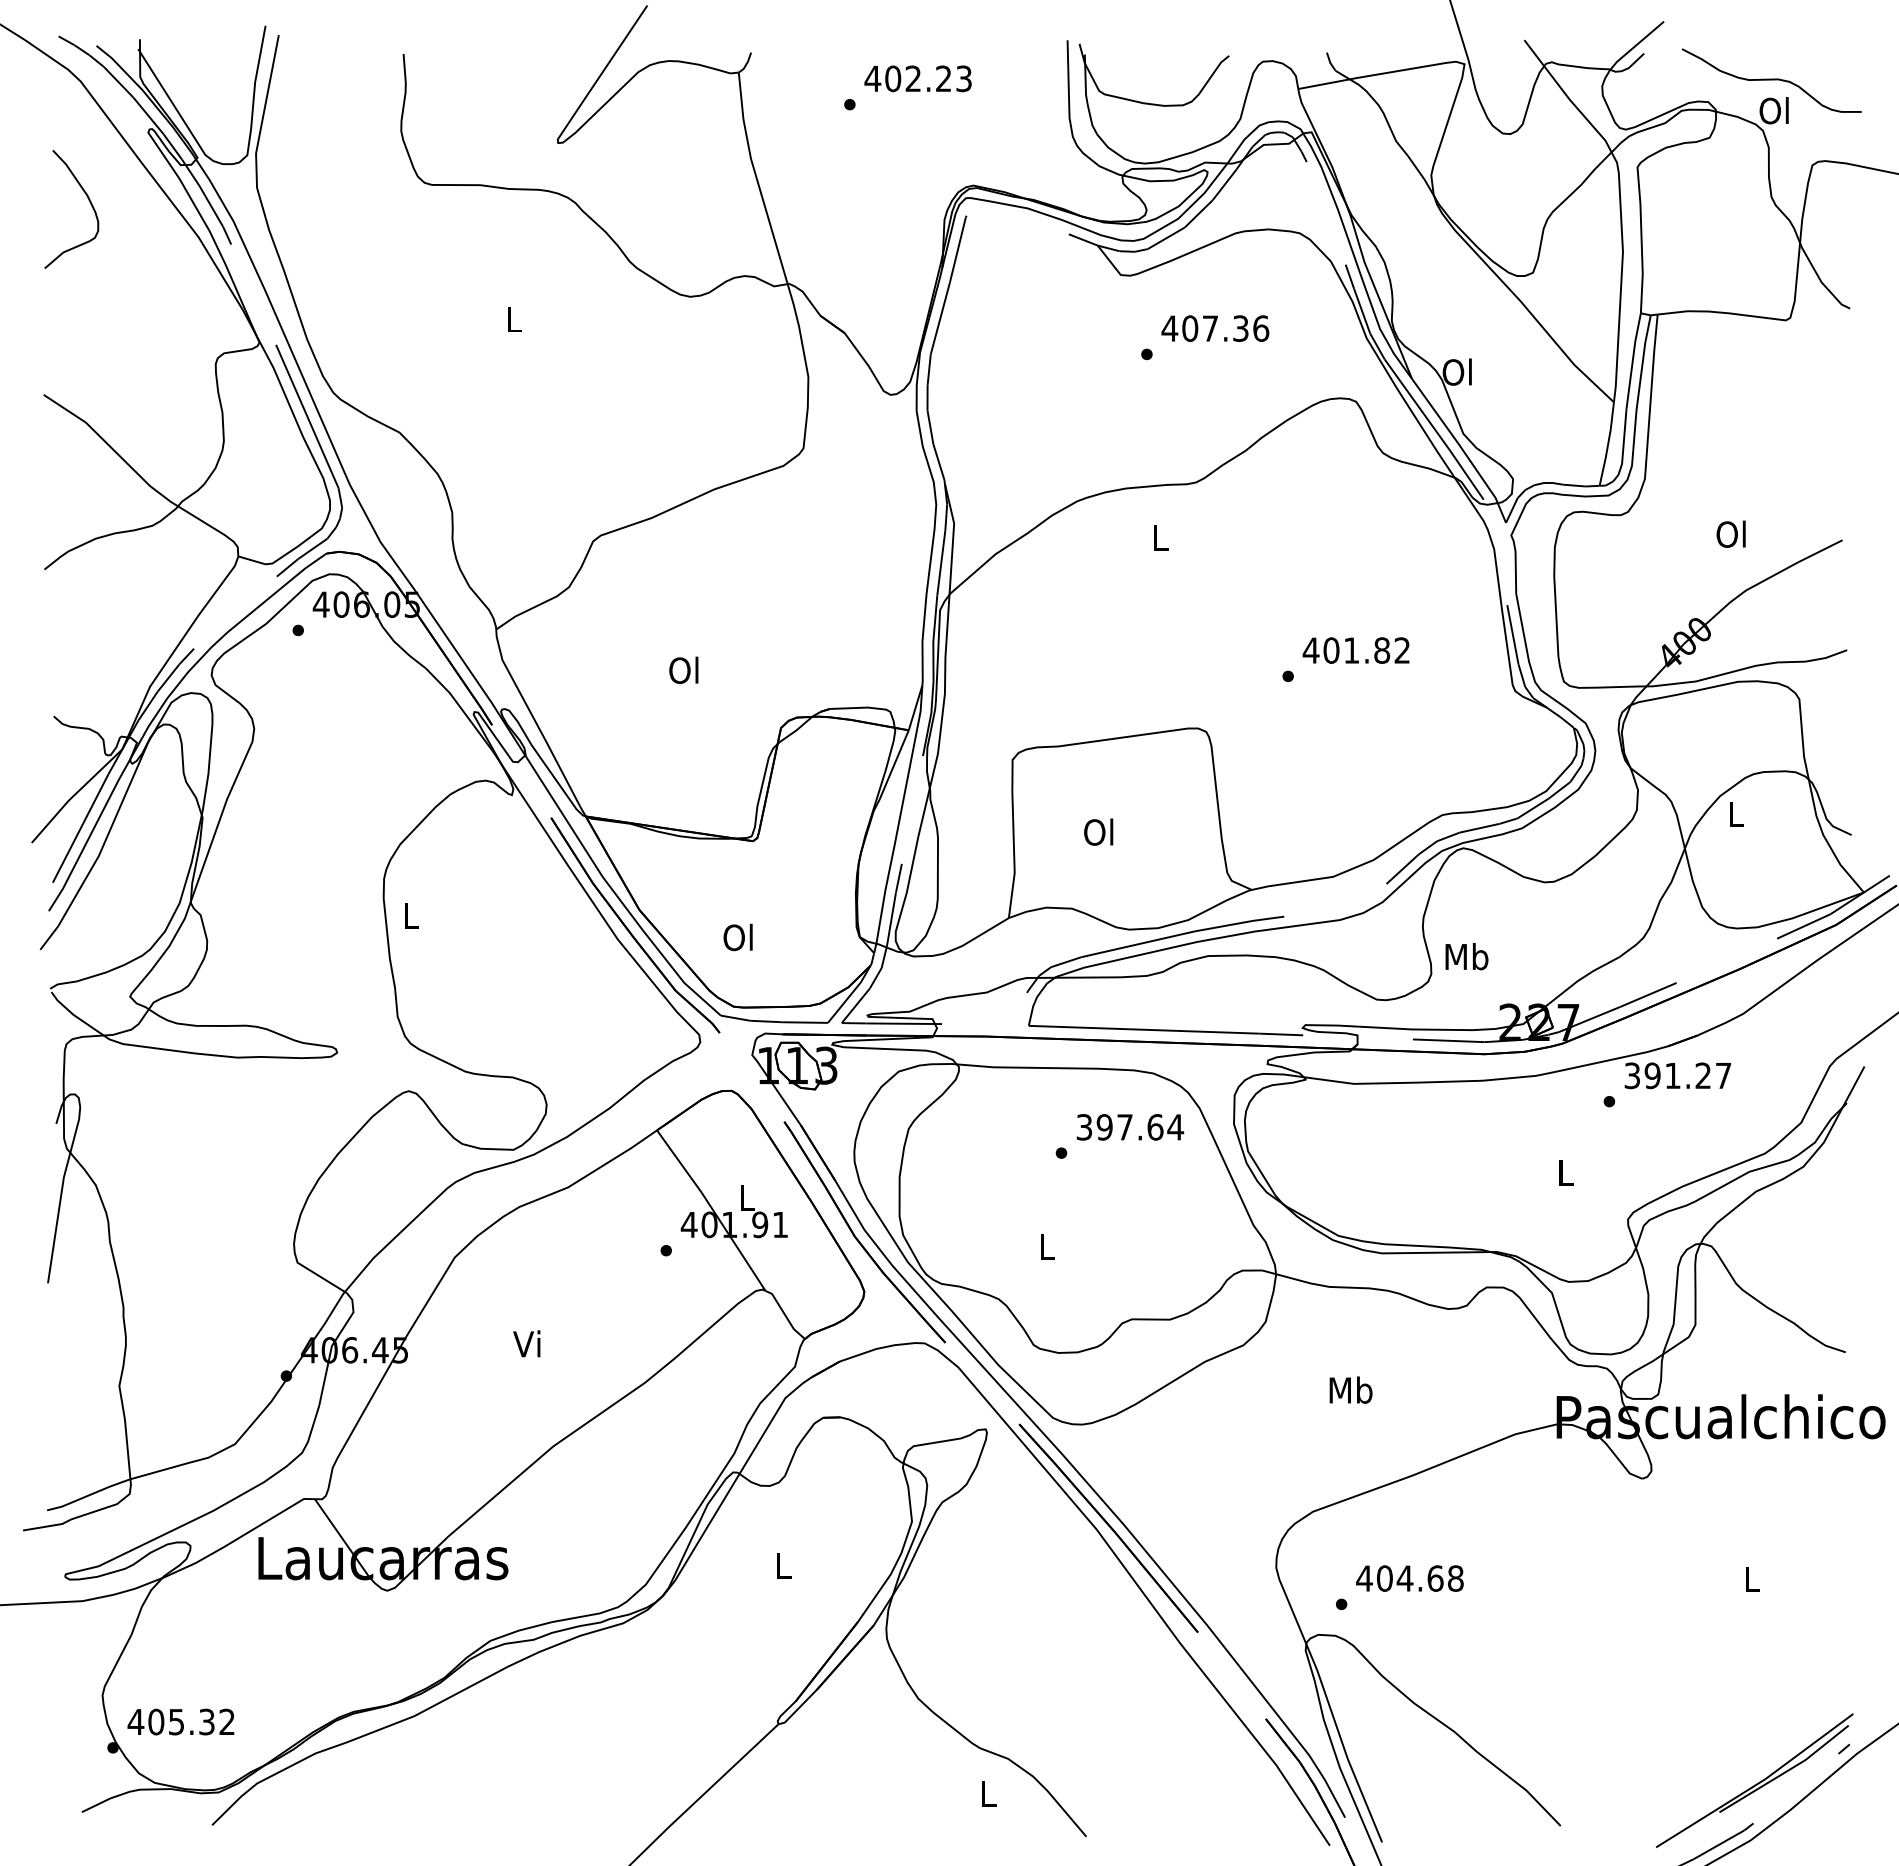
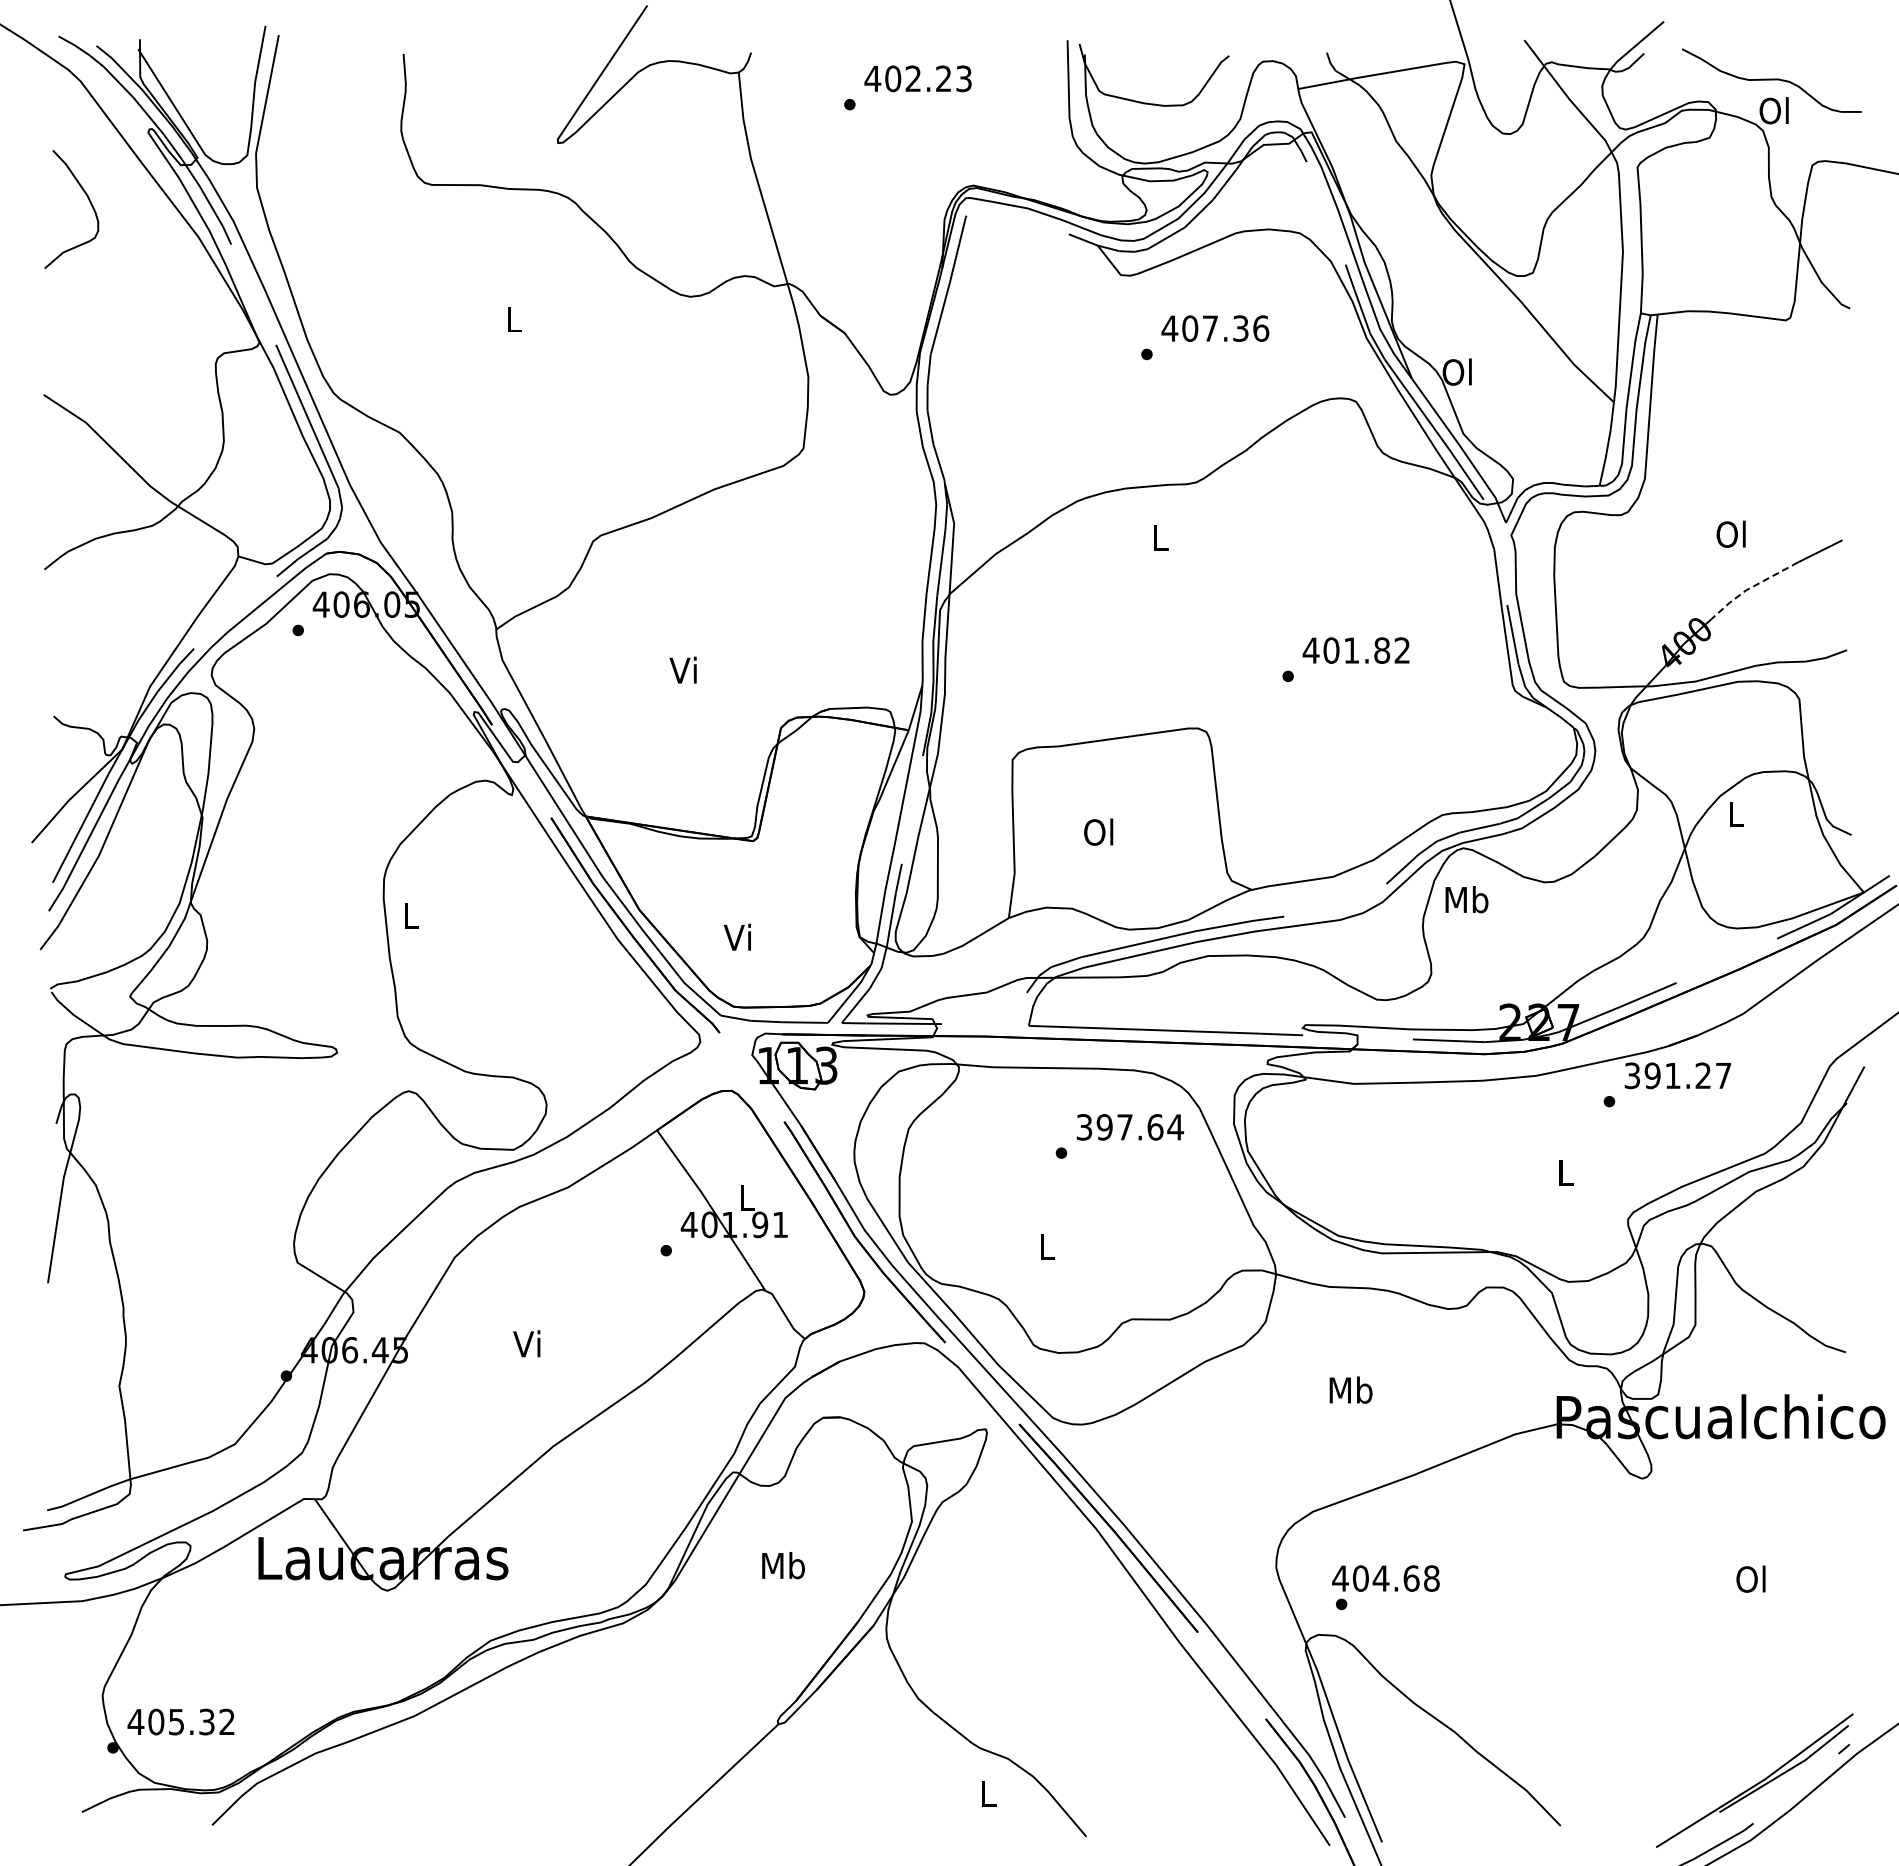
line at (1751, 587): solid -> dashed
text at (683, 669): Ol -> Vi
text at (737, 937): Ol -> Vi
text at (1466, 956) position: (1466, 956) -> (1466, 899)
text at (783, 1565): L -> Mb
text at (1409, 1578) position: (1409, 1578) -> (1385, 1578)
text at (1750, 1578): L -> Ol
